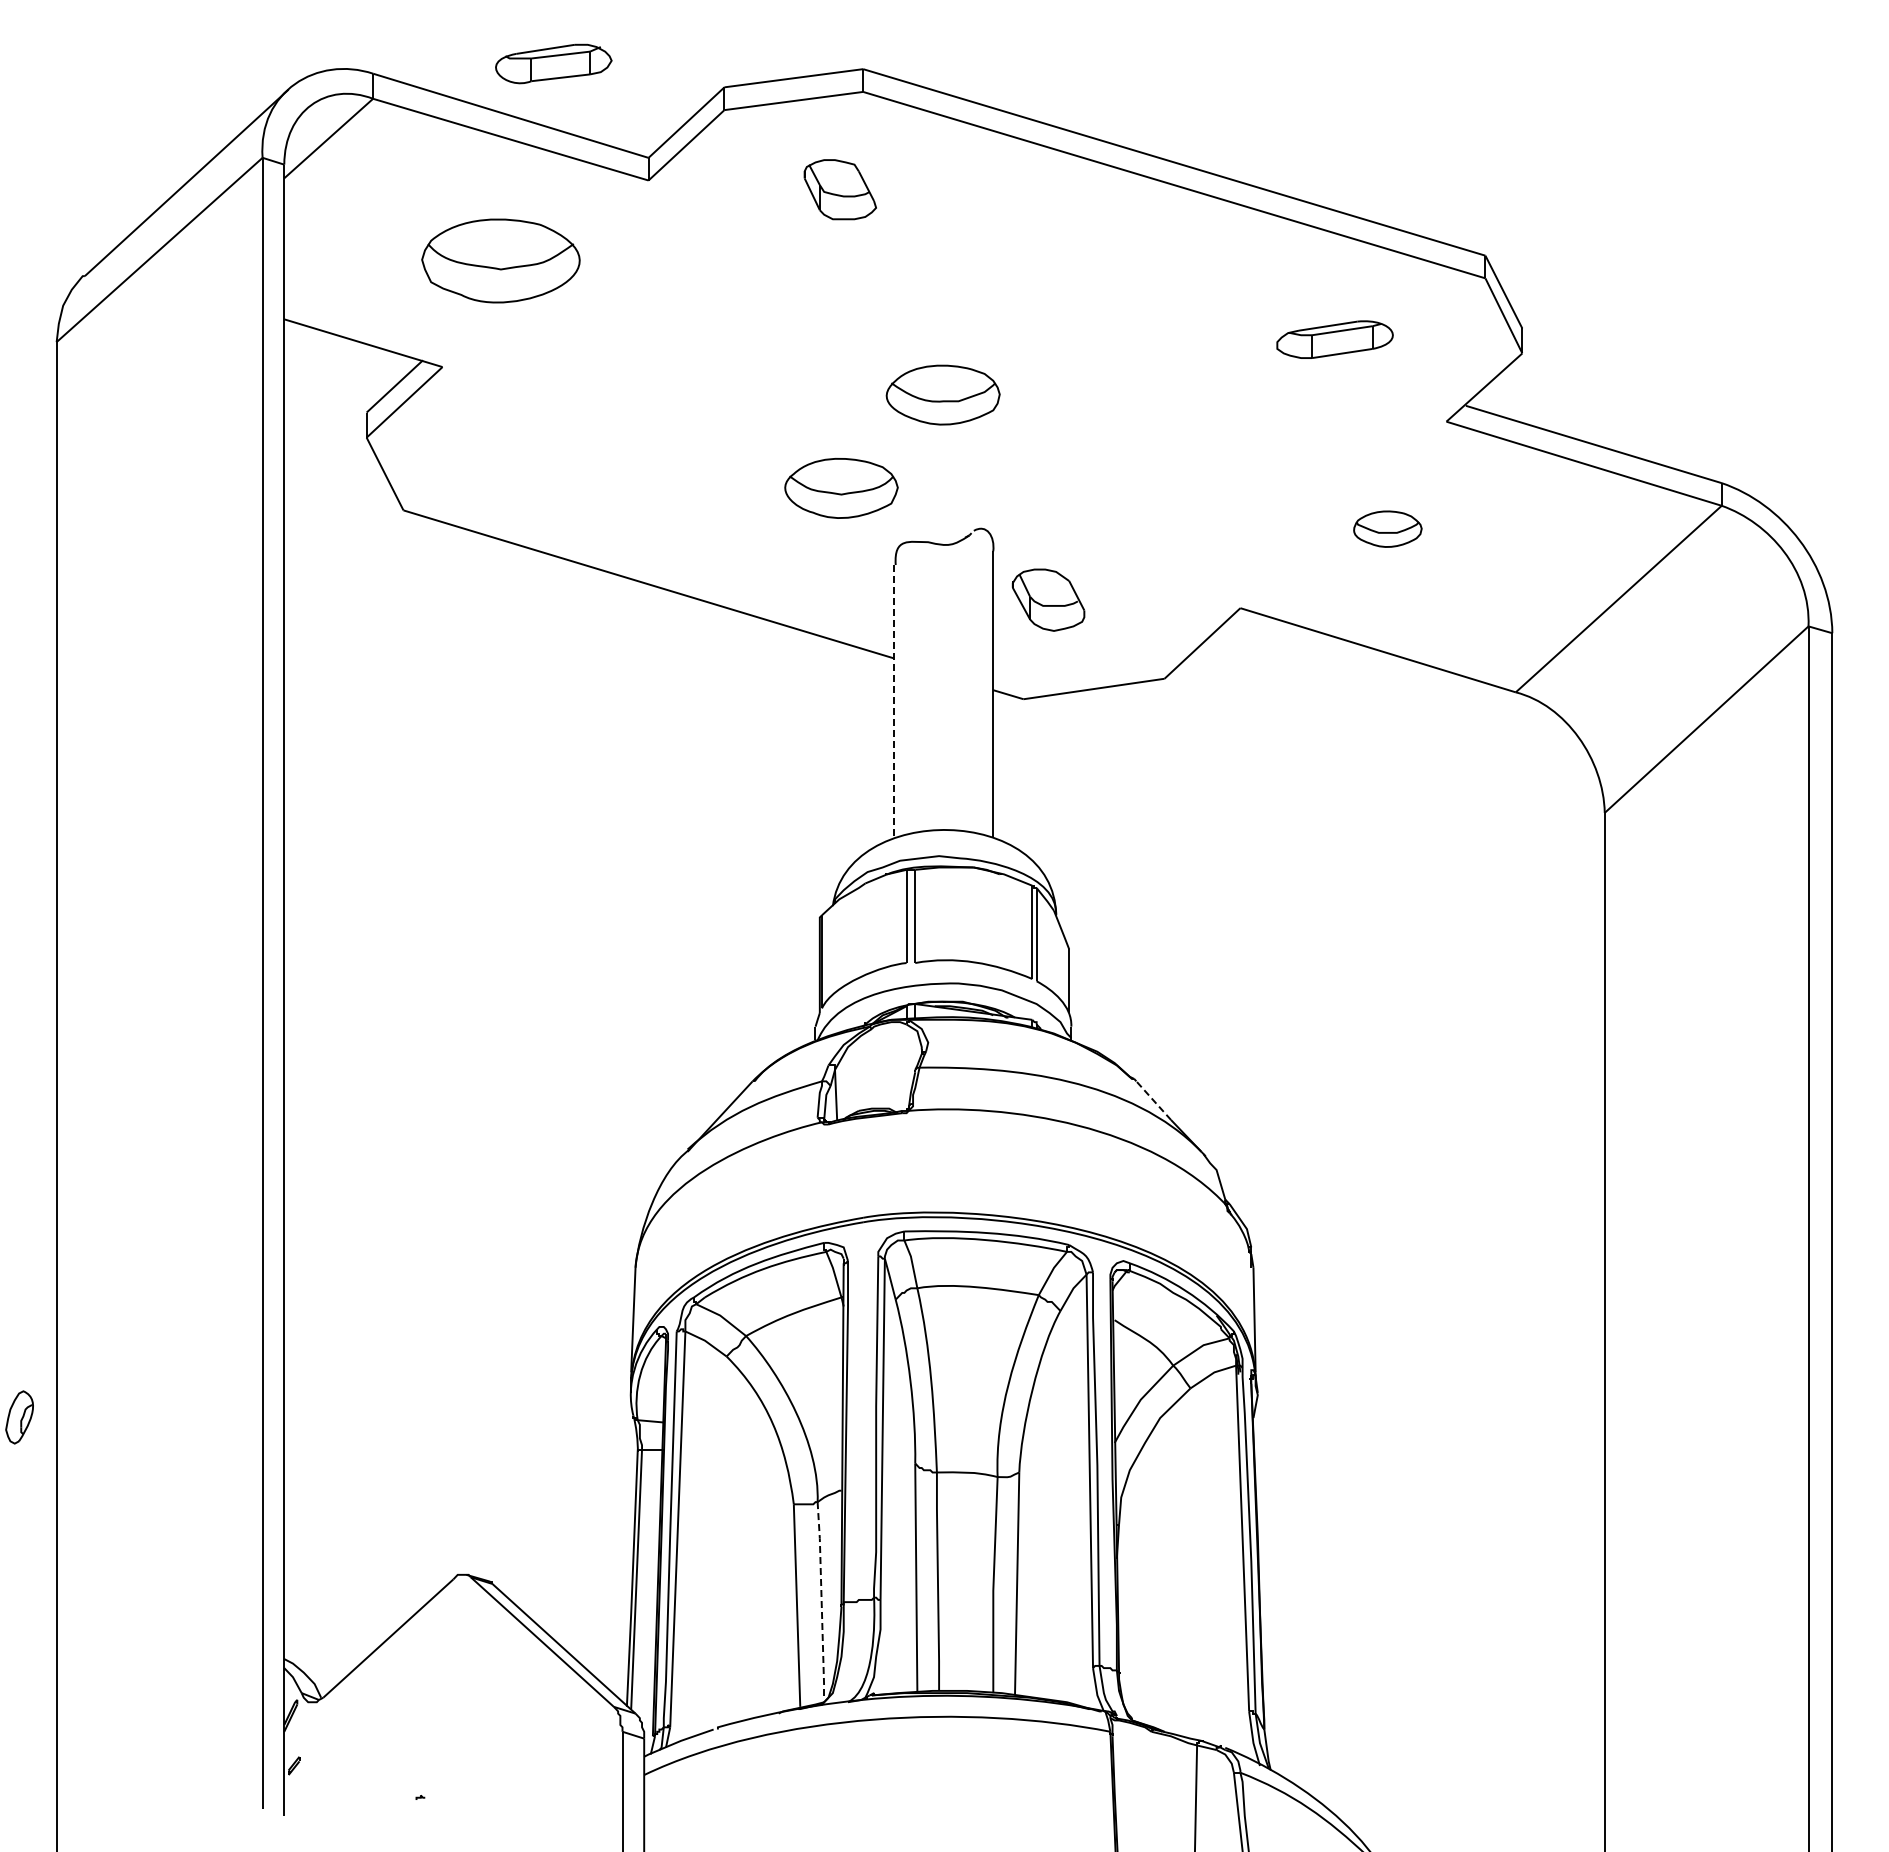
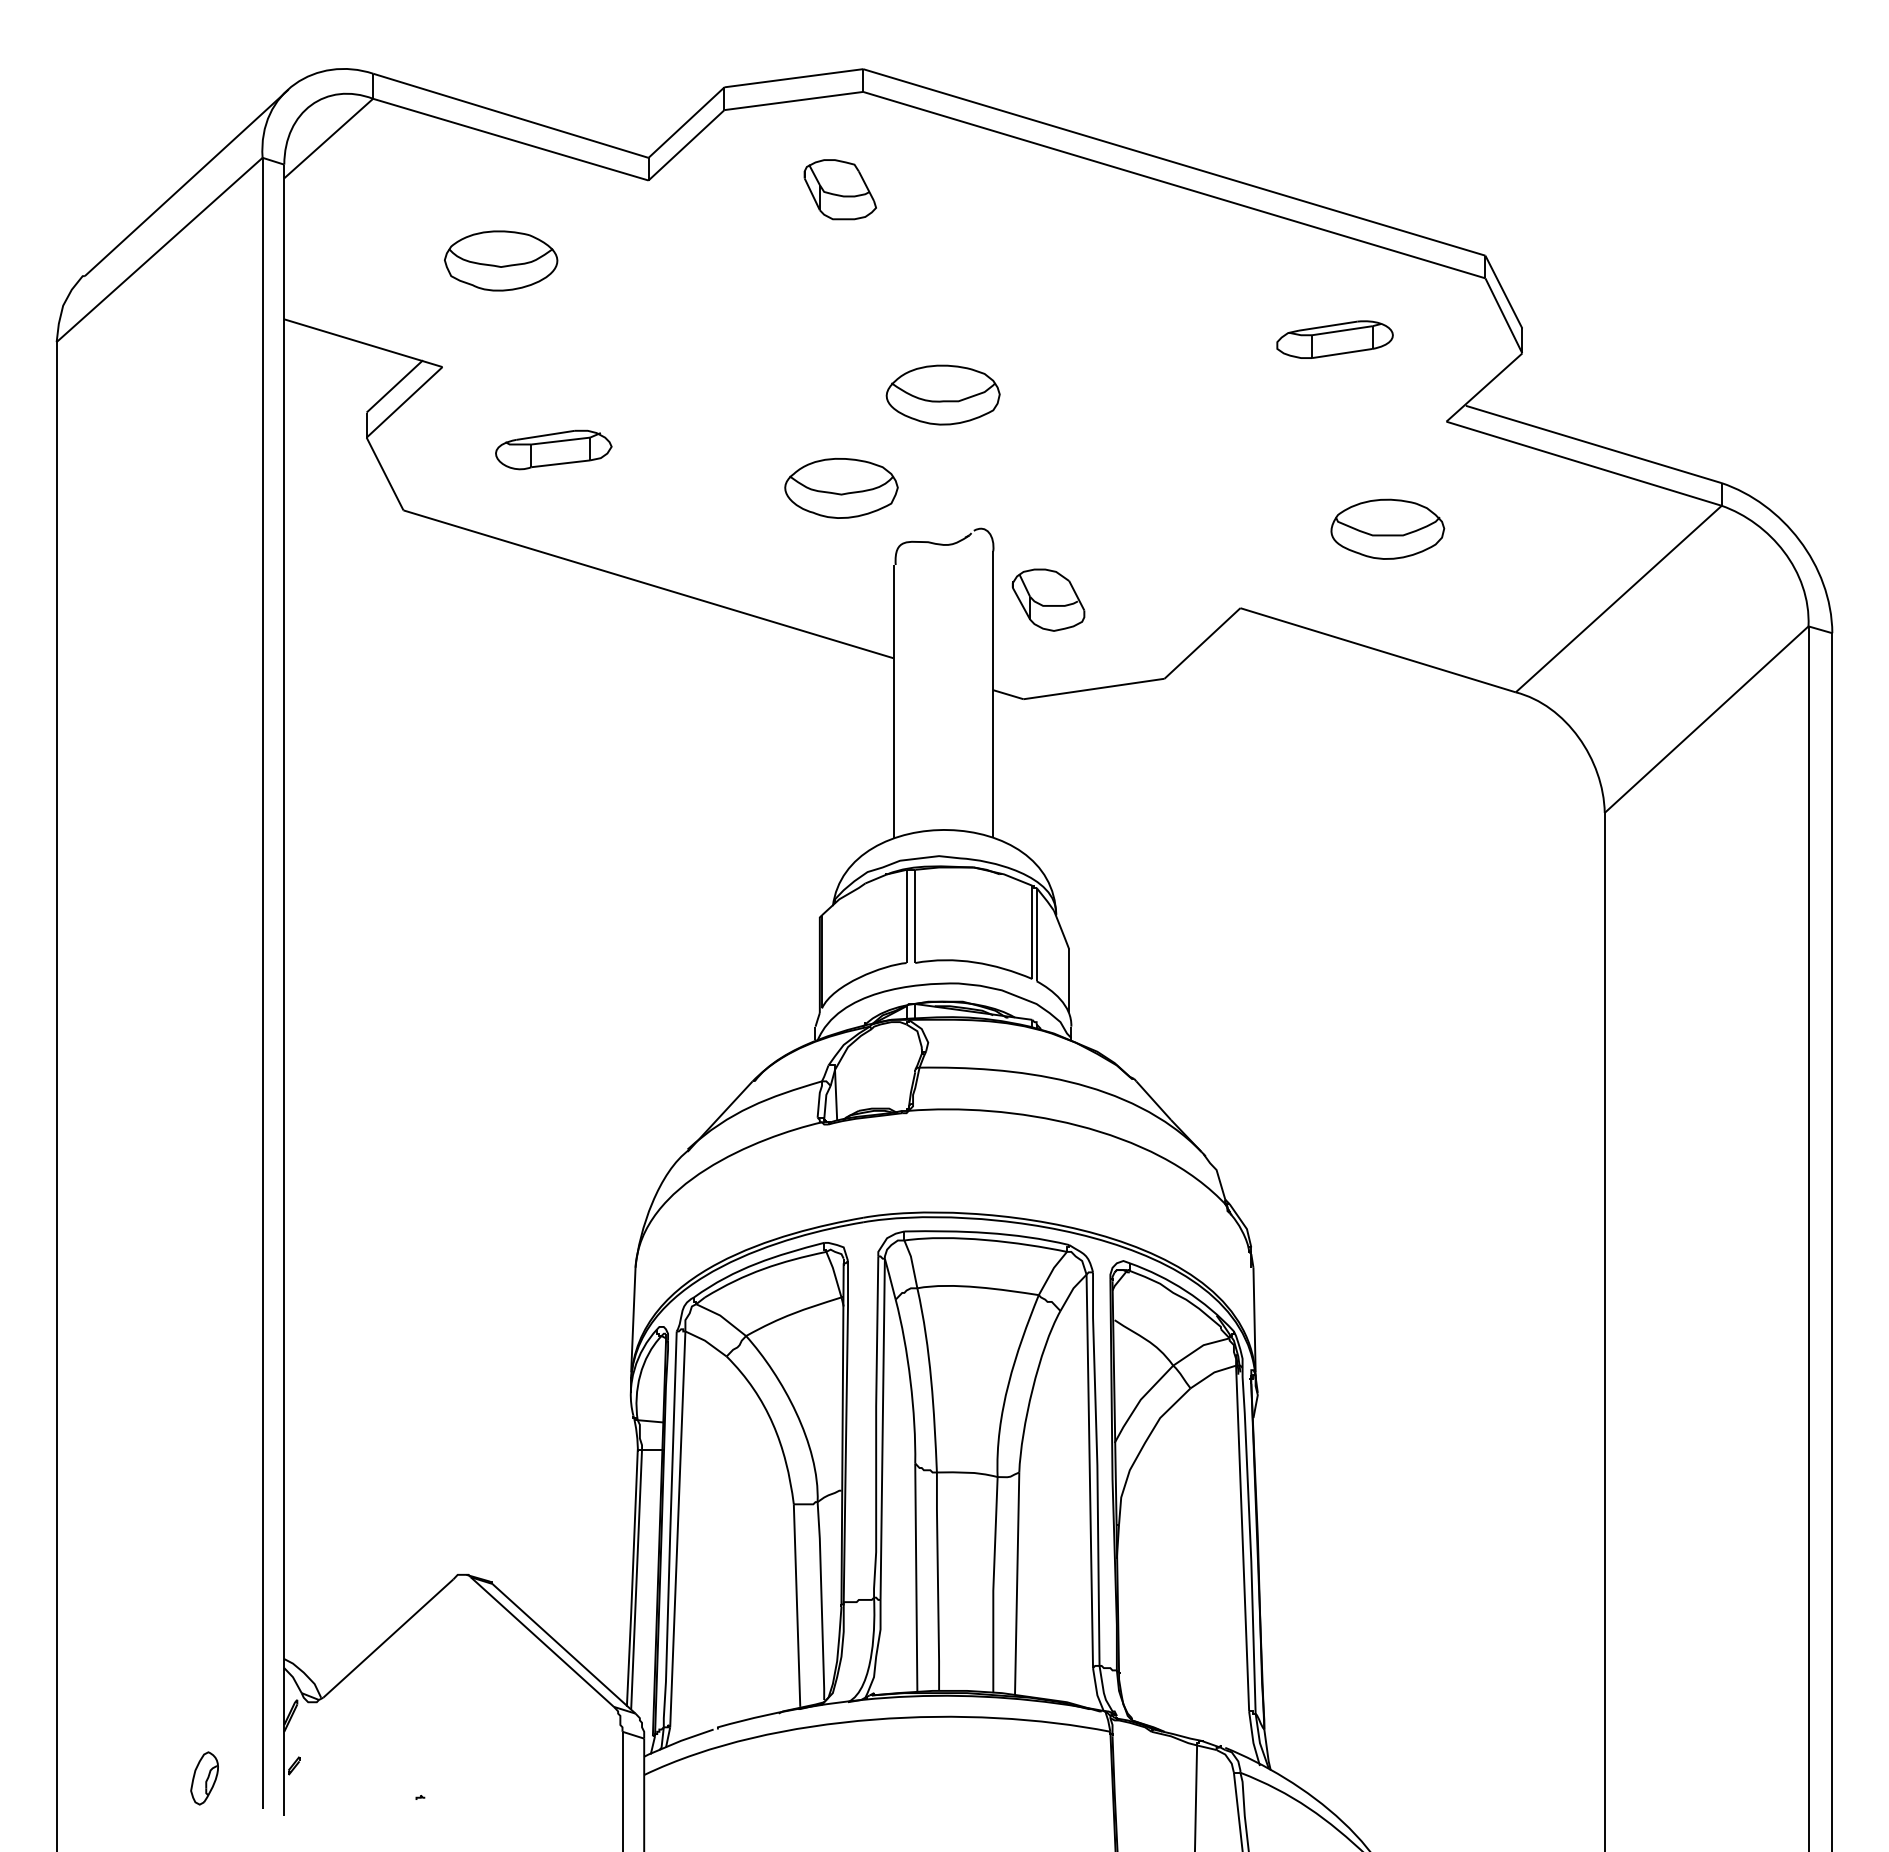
part at (553, 63) position: (553, 63) -> (553, 449)
part at (500, 260) size: 160x86 px -> 115x62 px
part at (1387, 528) size: 70x38 px -> 116x62 px
line at (893, 701): dashed -> solid
line at (1153, 1100): dashed -> solid
part at (19, 1417) position: (19, 1417) -> (204, 1778)
line at (821, 1601): dashed -> solid
